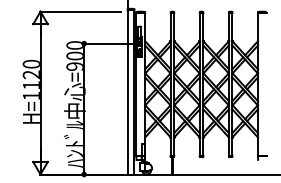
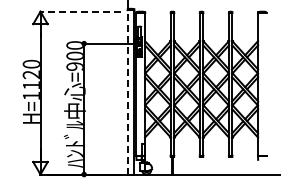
line at (80, 11): solid -> dashed
line at (127, 91): solid -> dashed
